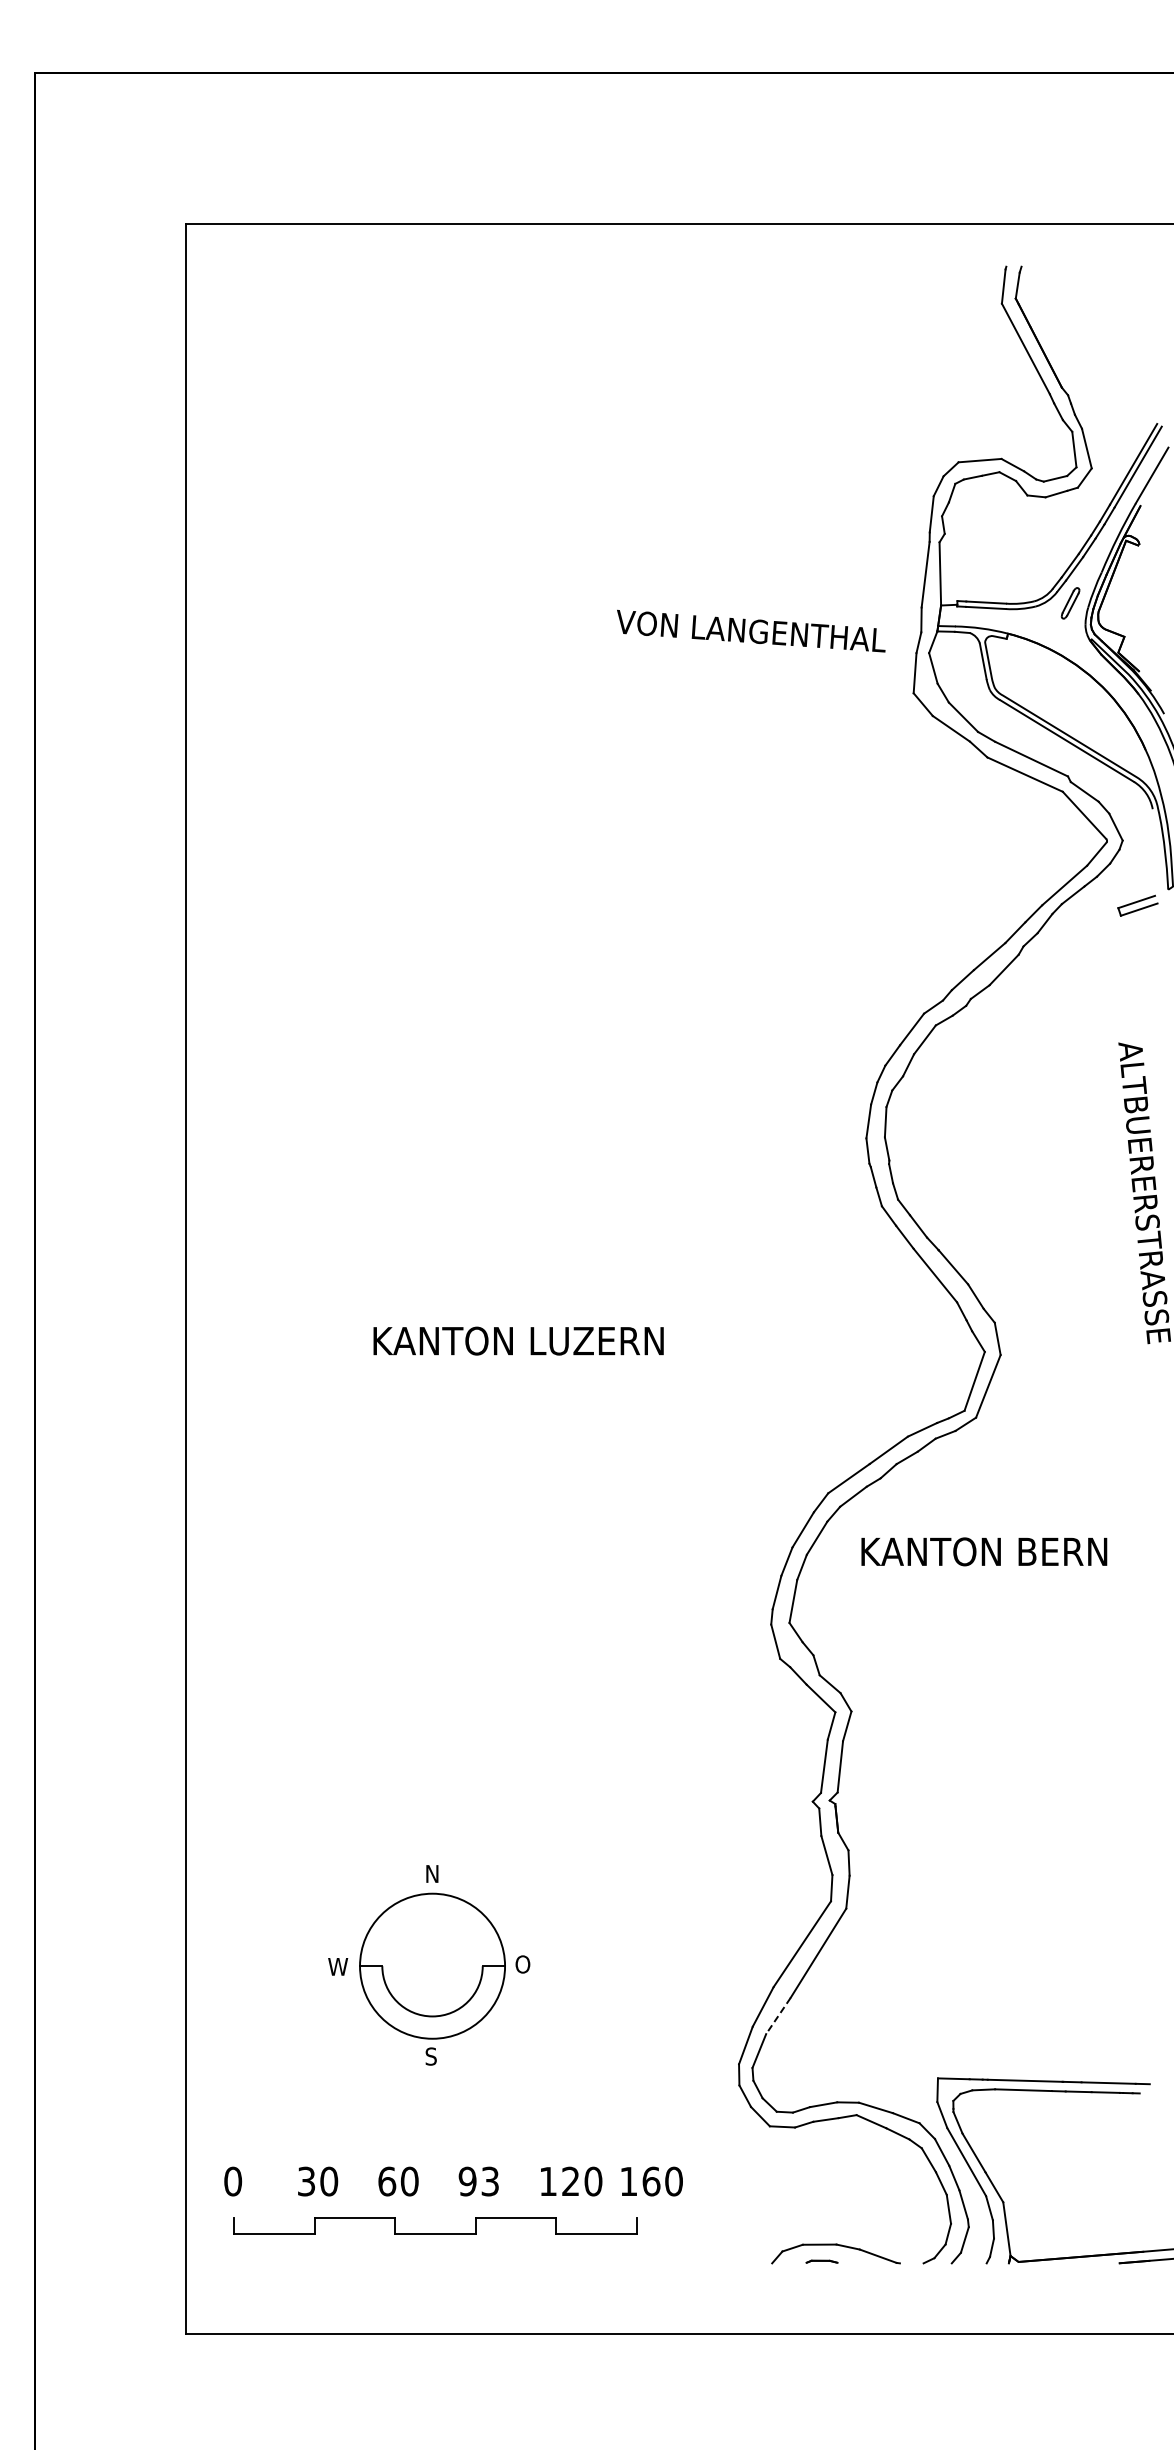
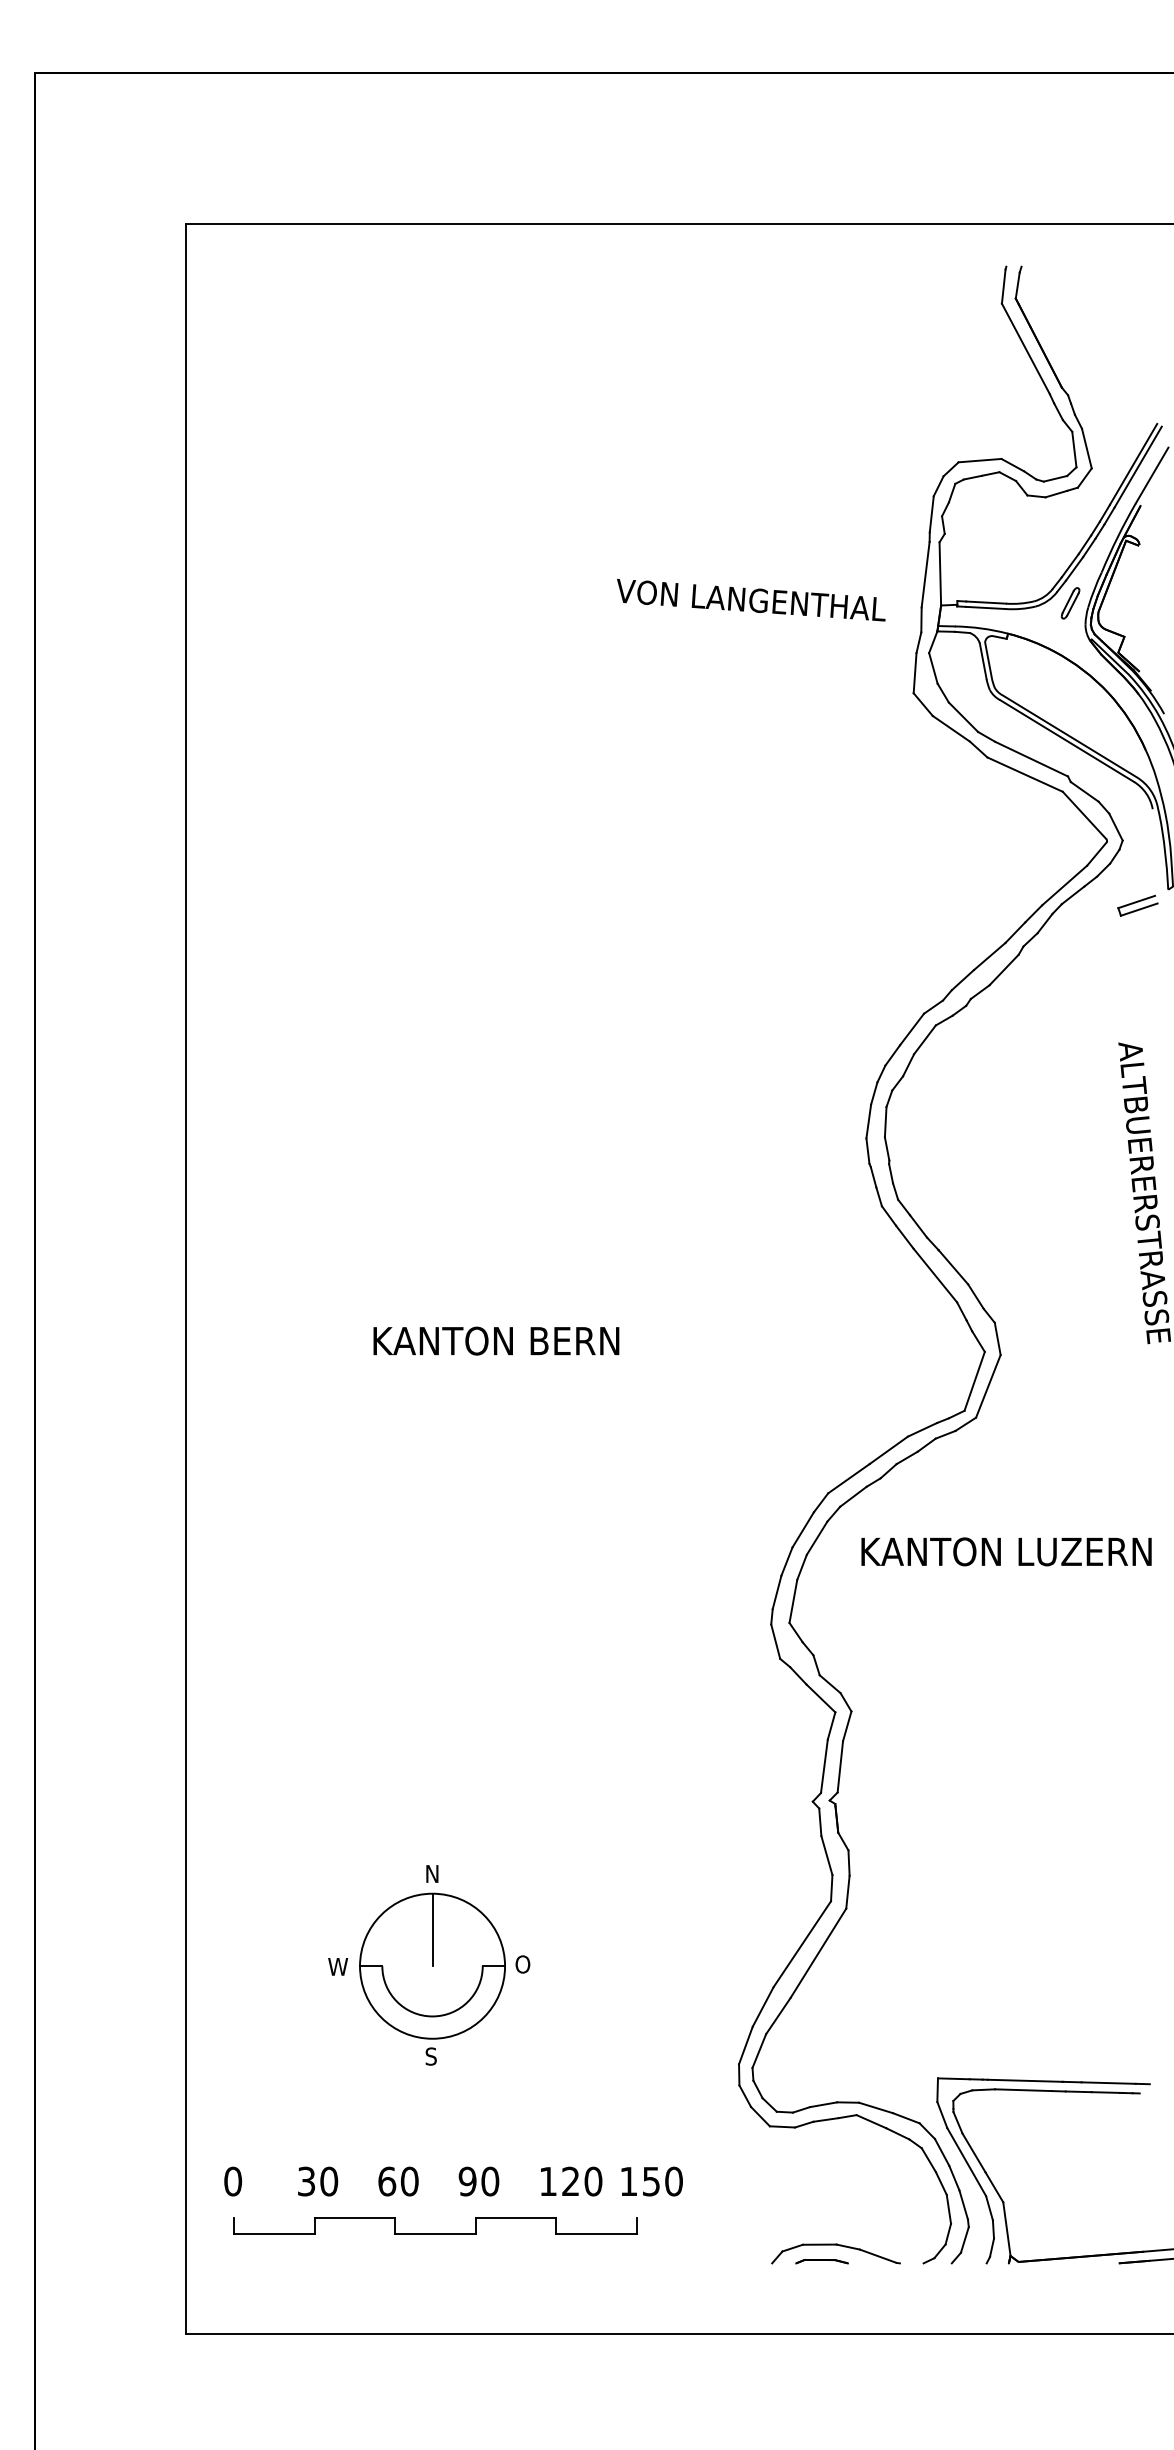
text at (751, 630) position: (751, 630) -> (751, 599)
text at (598, 1341): KANTON LUZERN -> KANTON BERN
text at (1086, 1551): KANTON BERN -> KANTON LUZERN
line at (432, 1929): none -> present
line at (778, 2016): dashed -> solid
text at (490, 2181): 93 -> 90
text at (651, 2181): 160 -> 150
part at (821, 2261) size: 34x5 px -> 54x6 px
